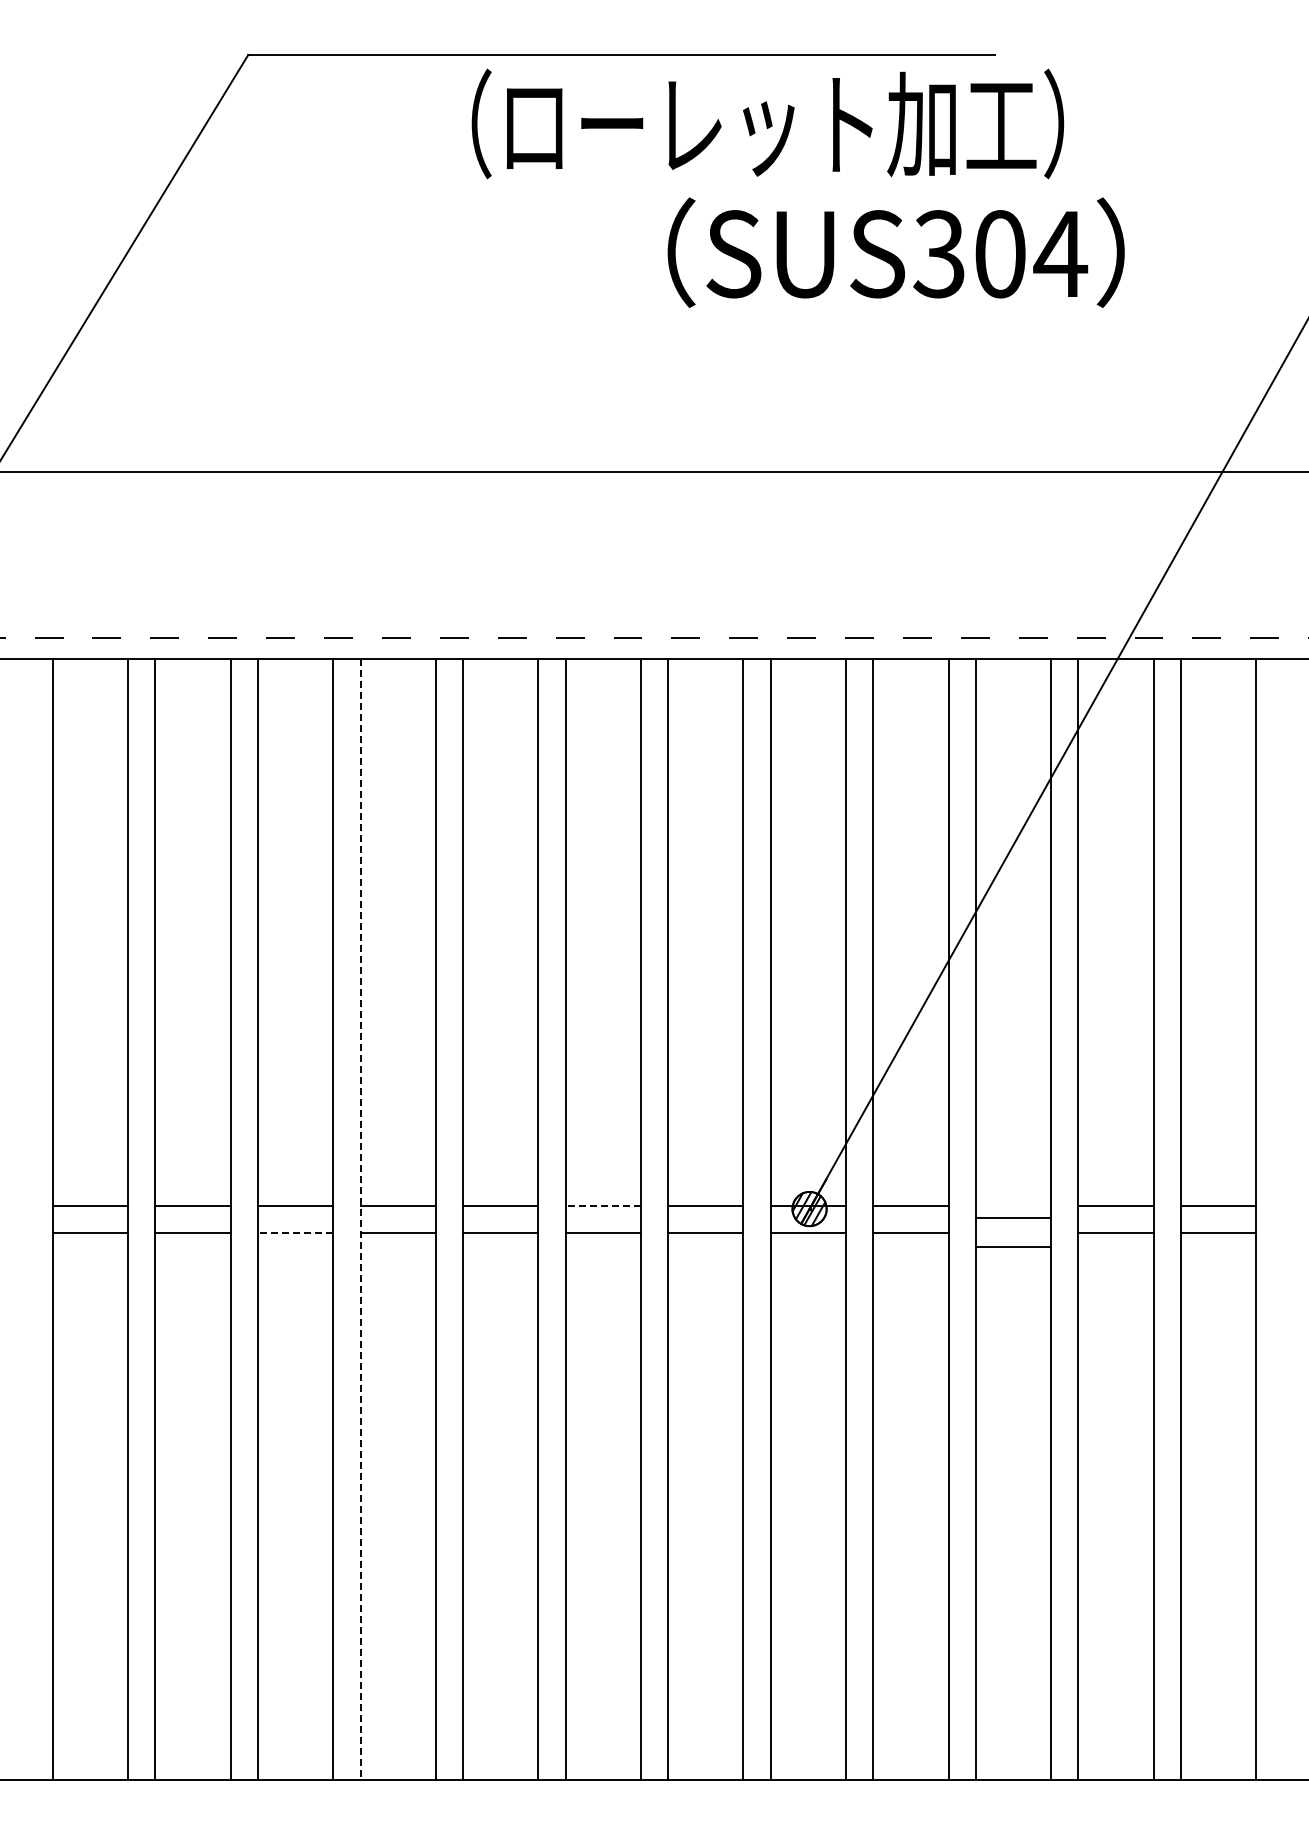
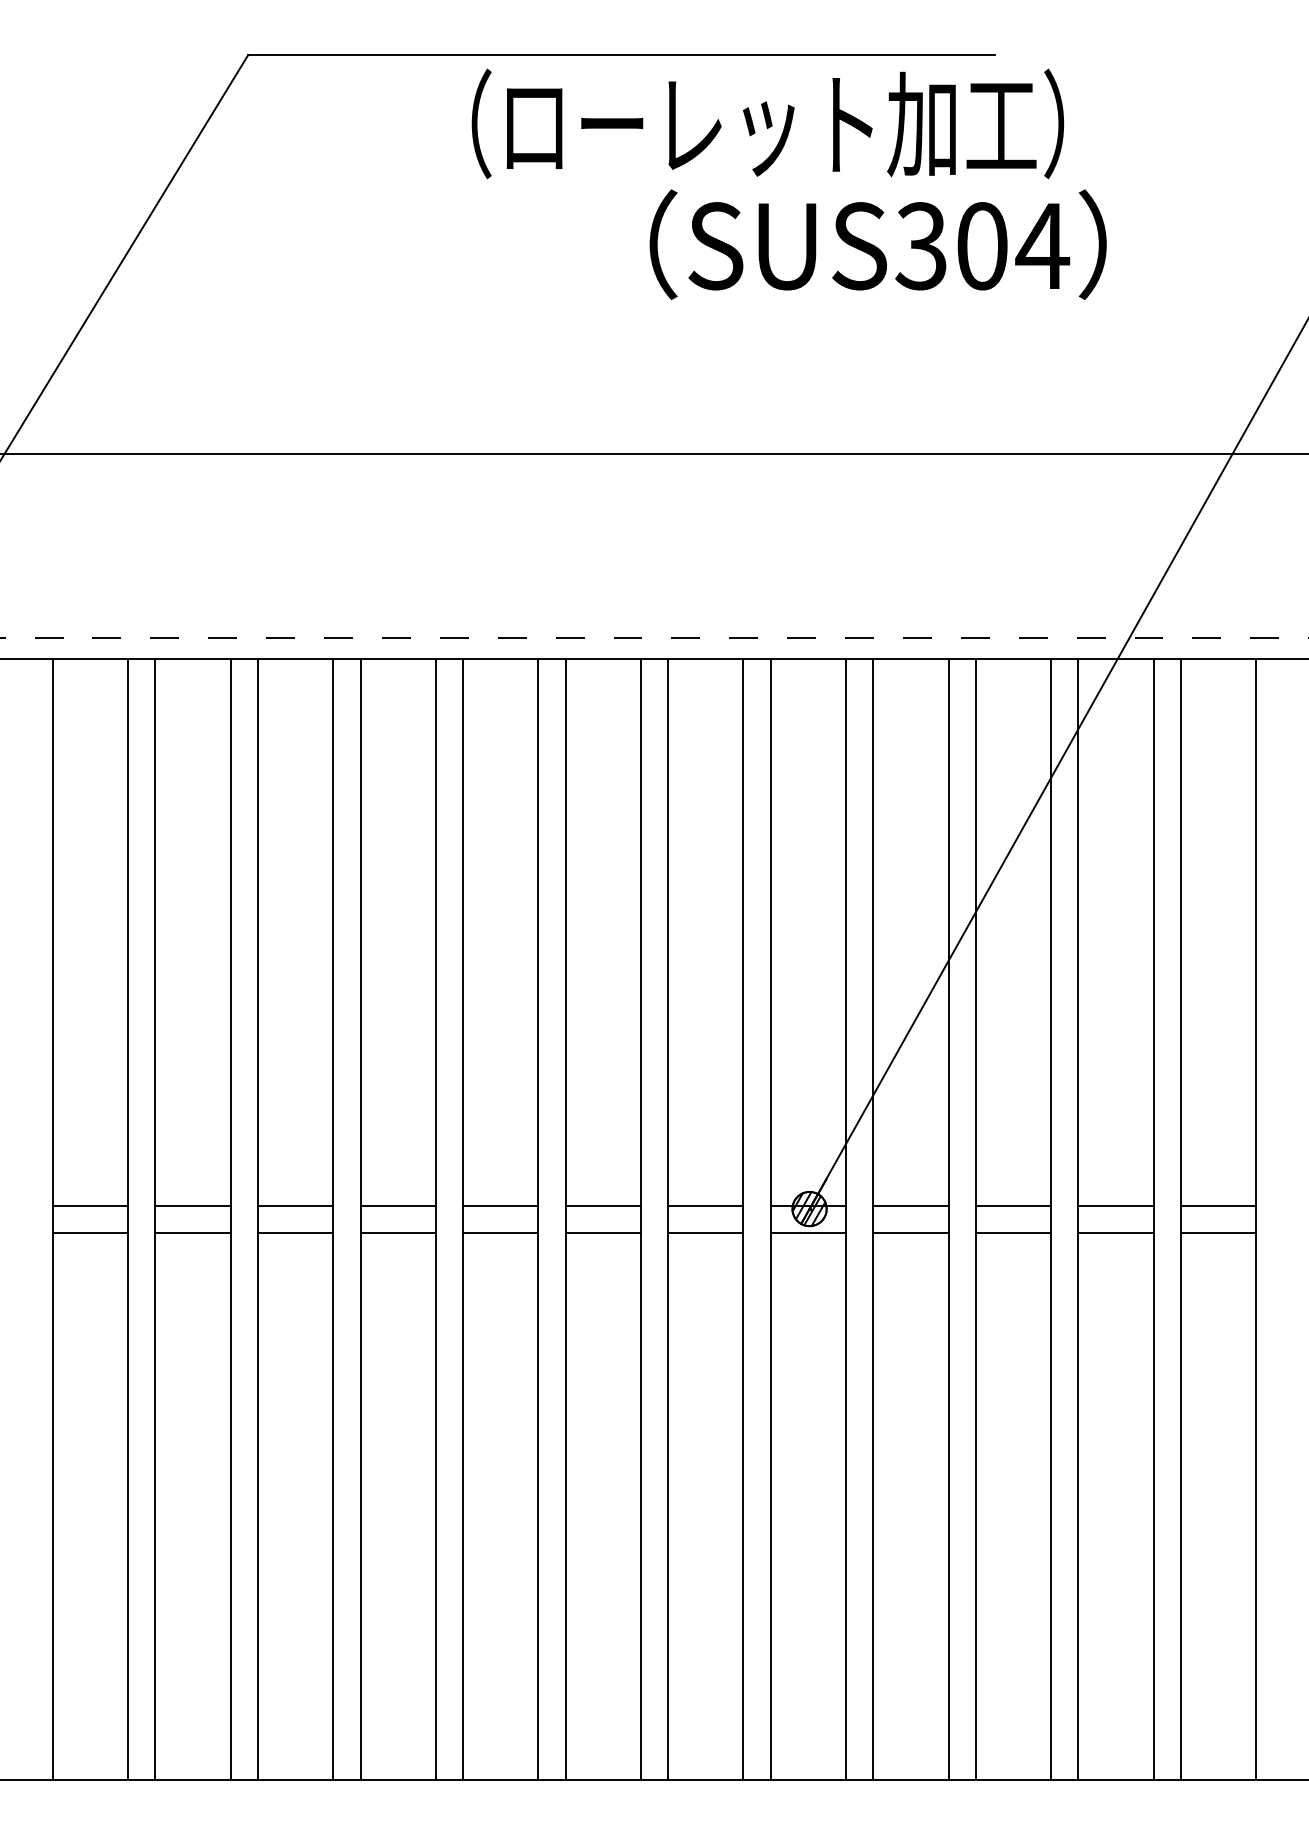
text at (895, 252) position: (895, 252) -> (877, 244)
line at (653, 471) position: (653, 471) -> (653, 453)
line at (603, 1205): dashed -> solid
line at (1013, 1217) position: (1013, 1217) -> (1013, 1205)
line at (360, 1219): dashed -> solid
line at (295, 1232): dashed -> solid
line at (1013, 1246) position: (1013, 1246) -> (1013, 1232)
